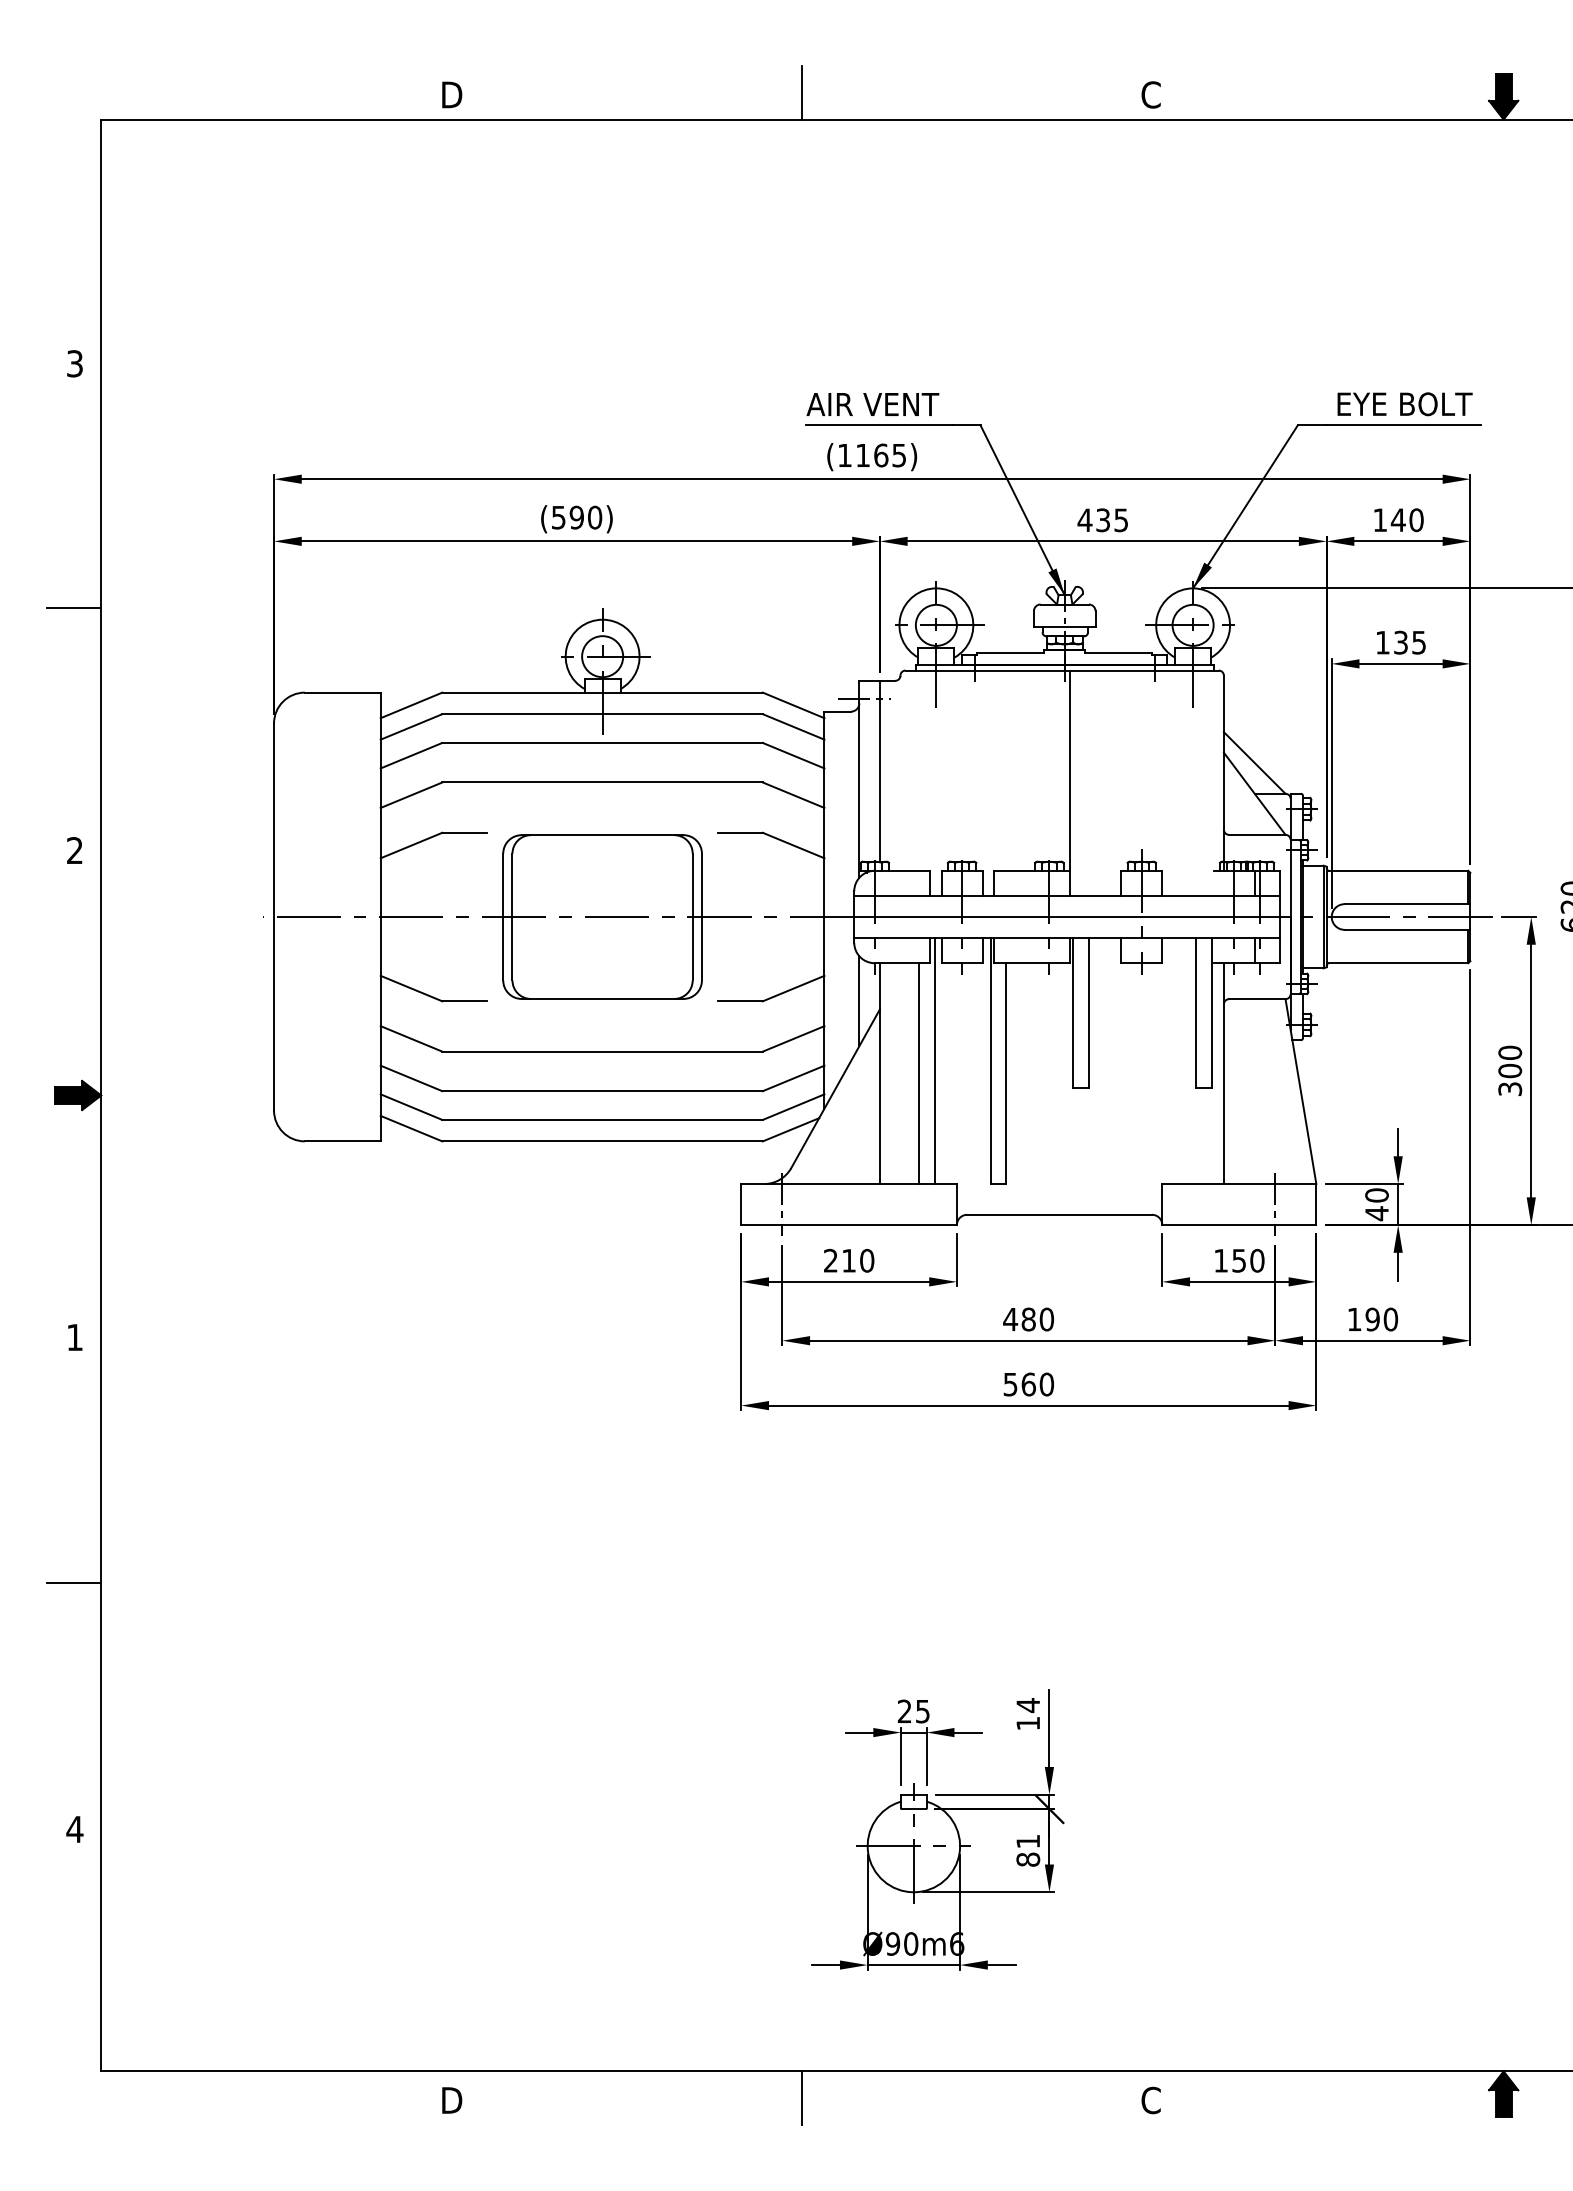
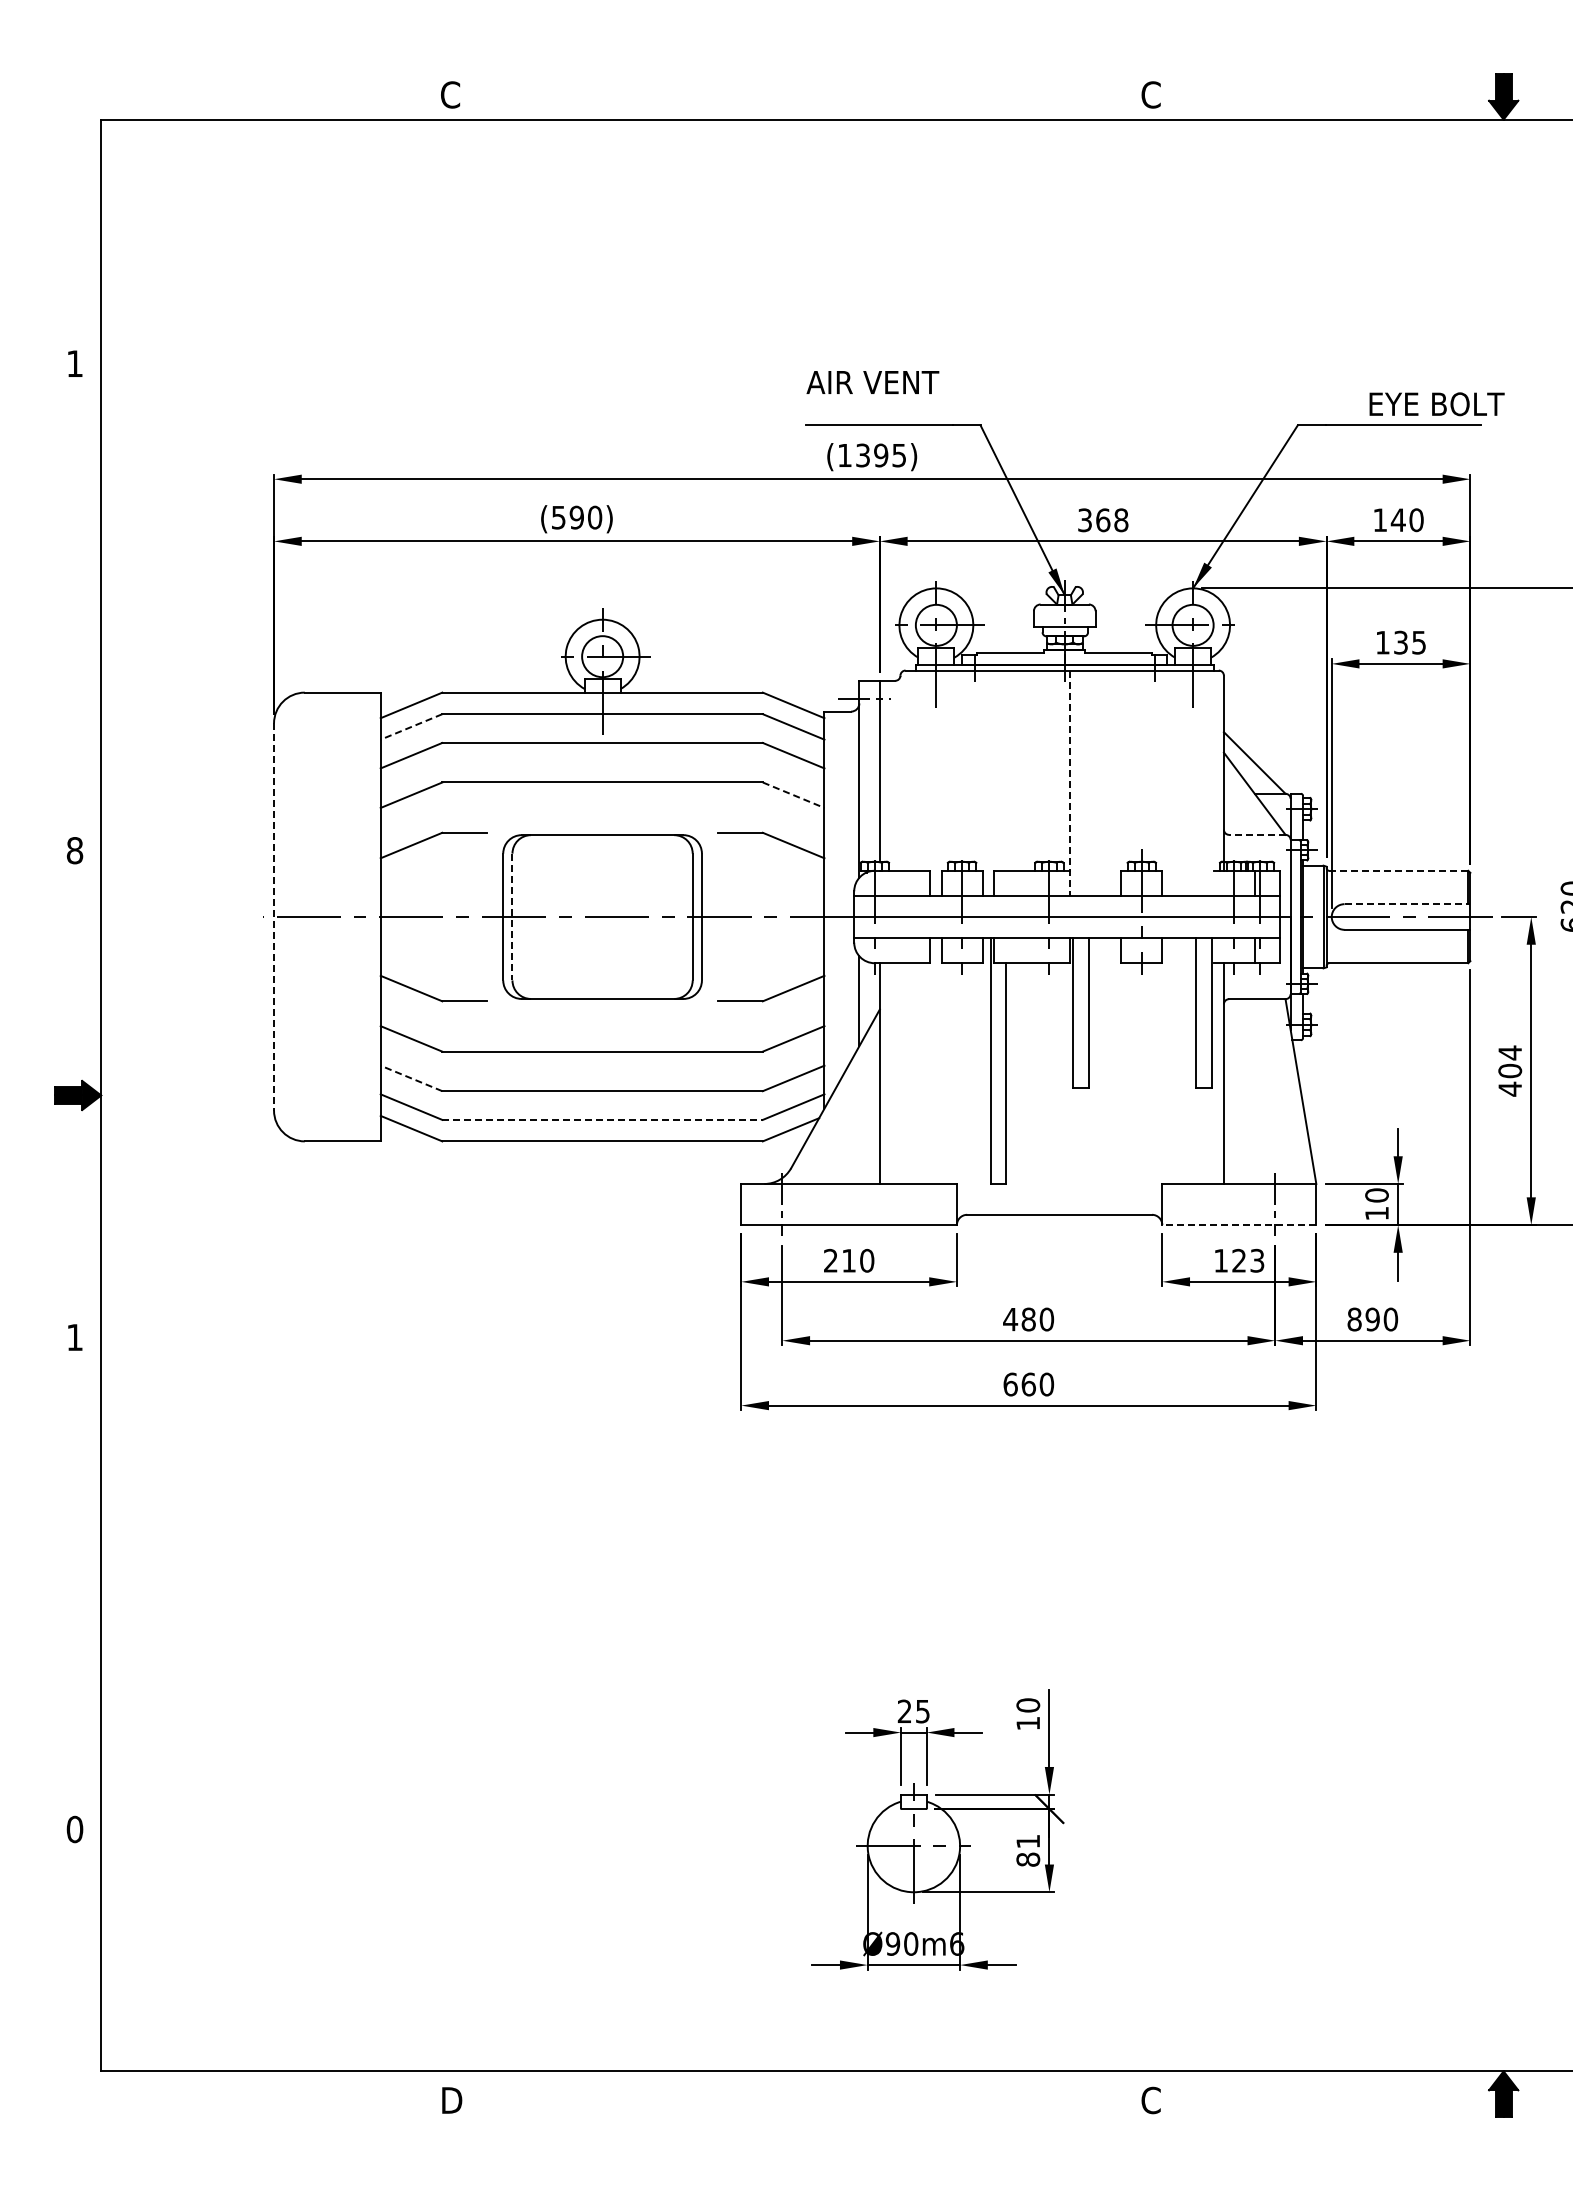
line at (802, 92): present -> none
text at (451, 94): D -> C
text at (74, 363): 3 -> 1
text at (872, 404) position: (872, 404) -> (872, 382)
text at (1404, 404) position: (1404, 404) -> (1436, 404)
text at (872, 455): (1165) -> (1395)
text at (1102, 520): 435 -> 368
line at (74, 607): present -> none
line at (411, 727): solid -> dashed
line at (1069, 783): solid -> dashed
line at (794, 795): solid -> dashed
line at (1256, 834): solid -> dashed
text at (74, 850): 2 -> 8
line at (1398, 870): solid -> dashed
line at (1407, 904): solid -> dashed
line at (274, 917): solid -> dashed
line at (512, 917): solid -> dashed
line at (934, 1060): present -> none
text at (1510, 1070): 300 -> 404
line at (919, 1073): present -> none
line at (411, 1078): solid -> dashed
line at (603, 1119): solid -> dashed
text at (1376, 1213): 40 -> 10
line at (1238, 1225): solid -> dashed
text at (1248, 1260): 150 -> 123
text at (1354, 1319): 190 -> 890
text at (1010, 1384): 560 -> 660
line at (74, 1583): present -> none
text at (1028, 1705): 14 -> 10
text at (74, 1829): 4 -> 0
line at (802, 2098): present -> none
